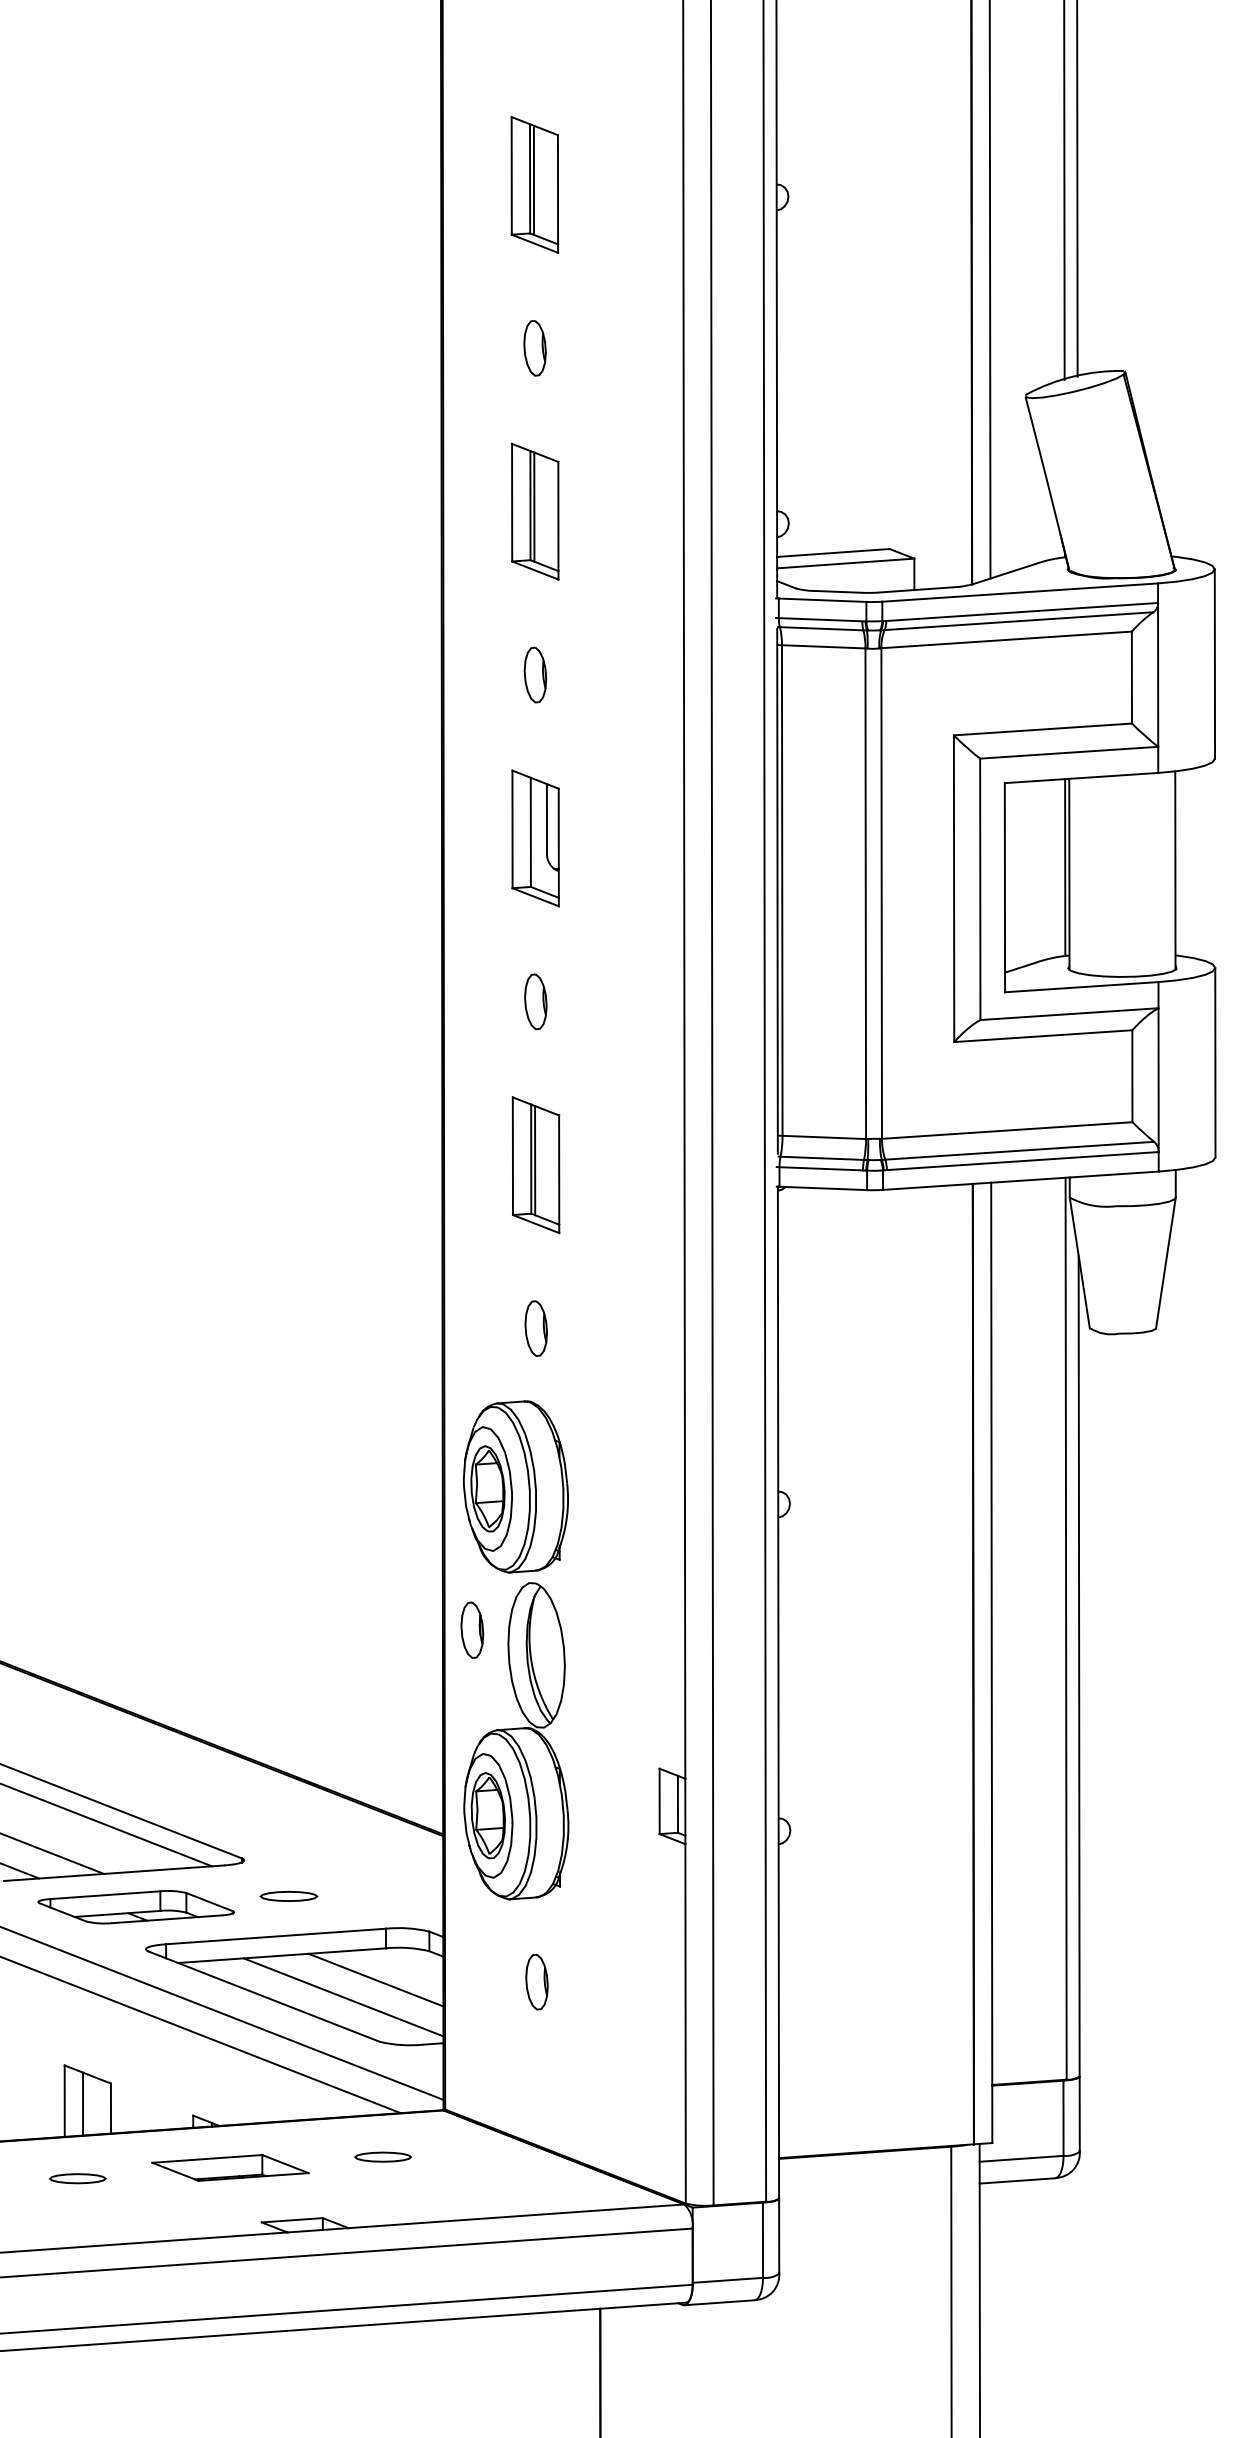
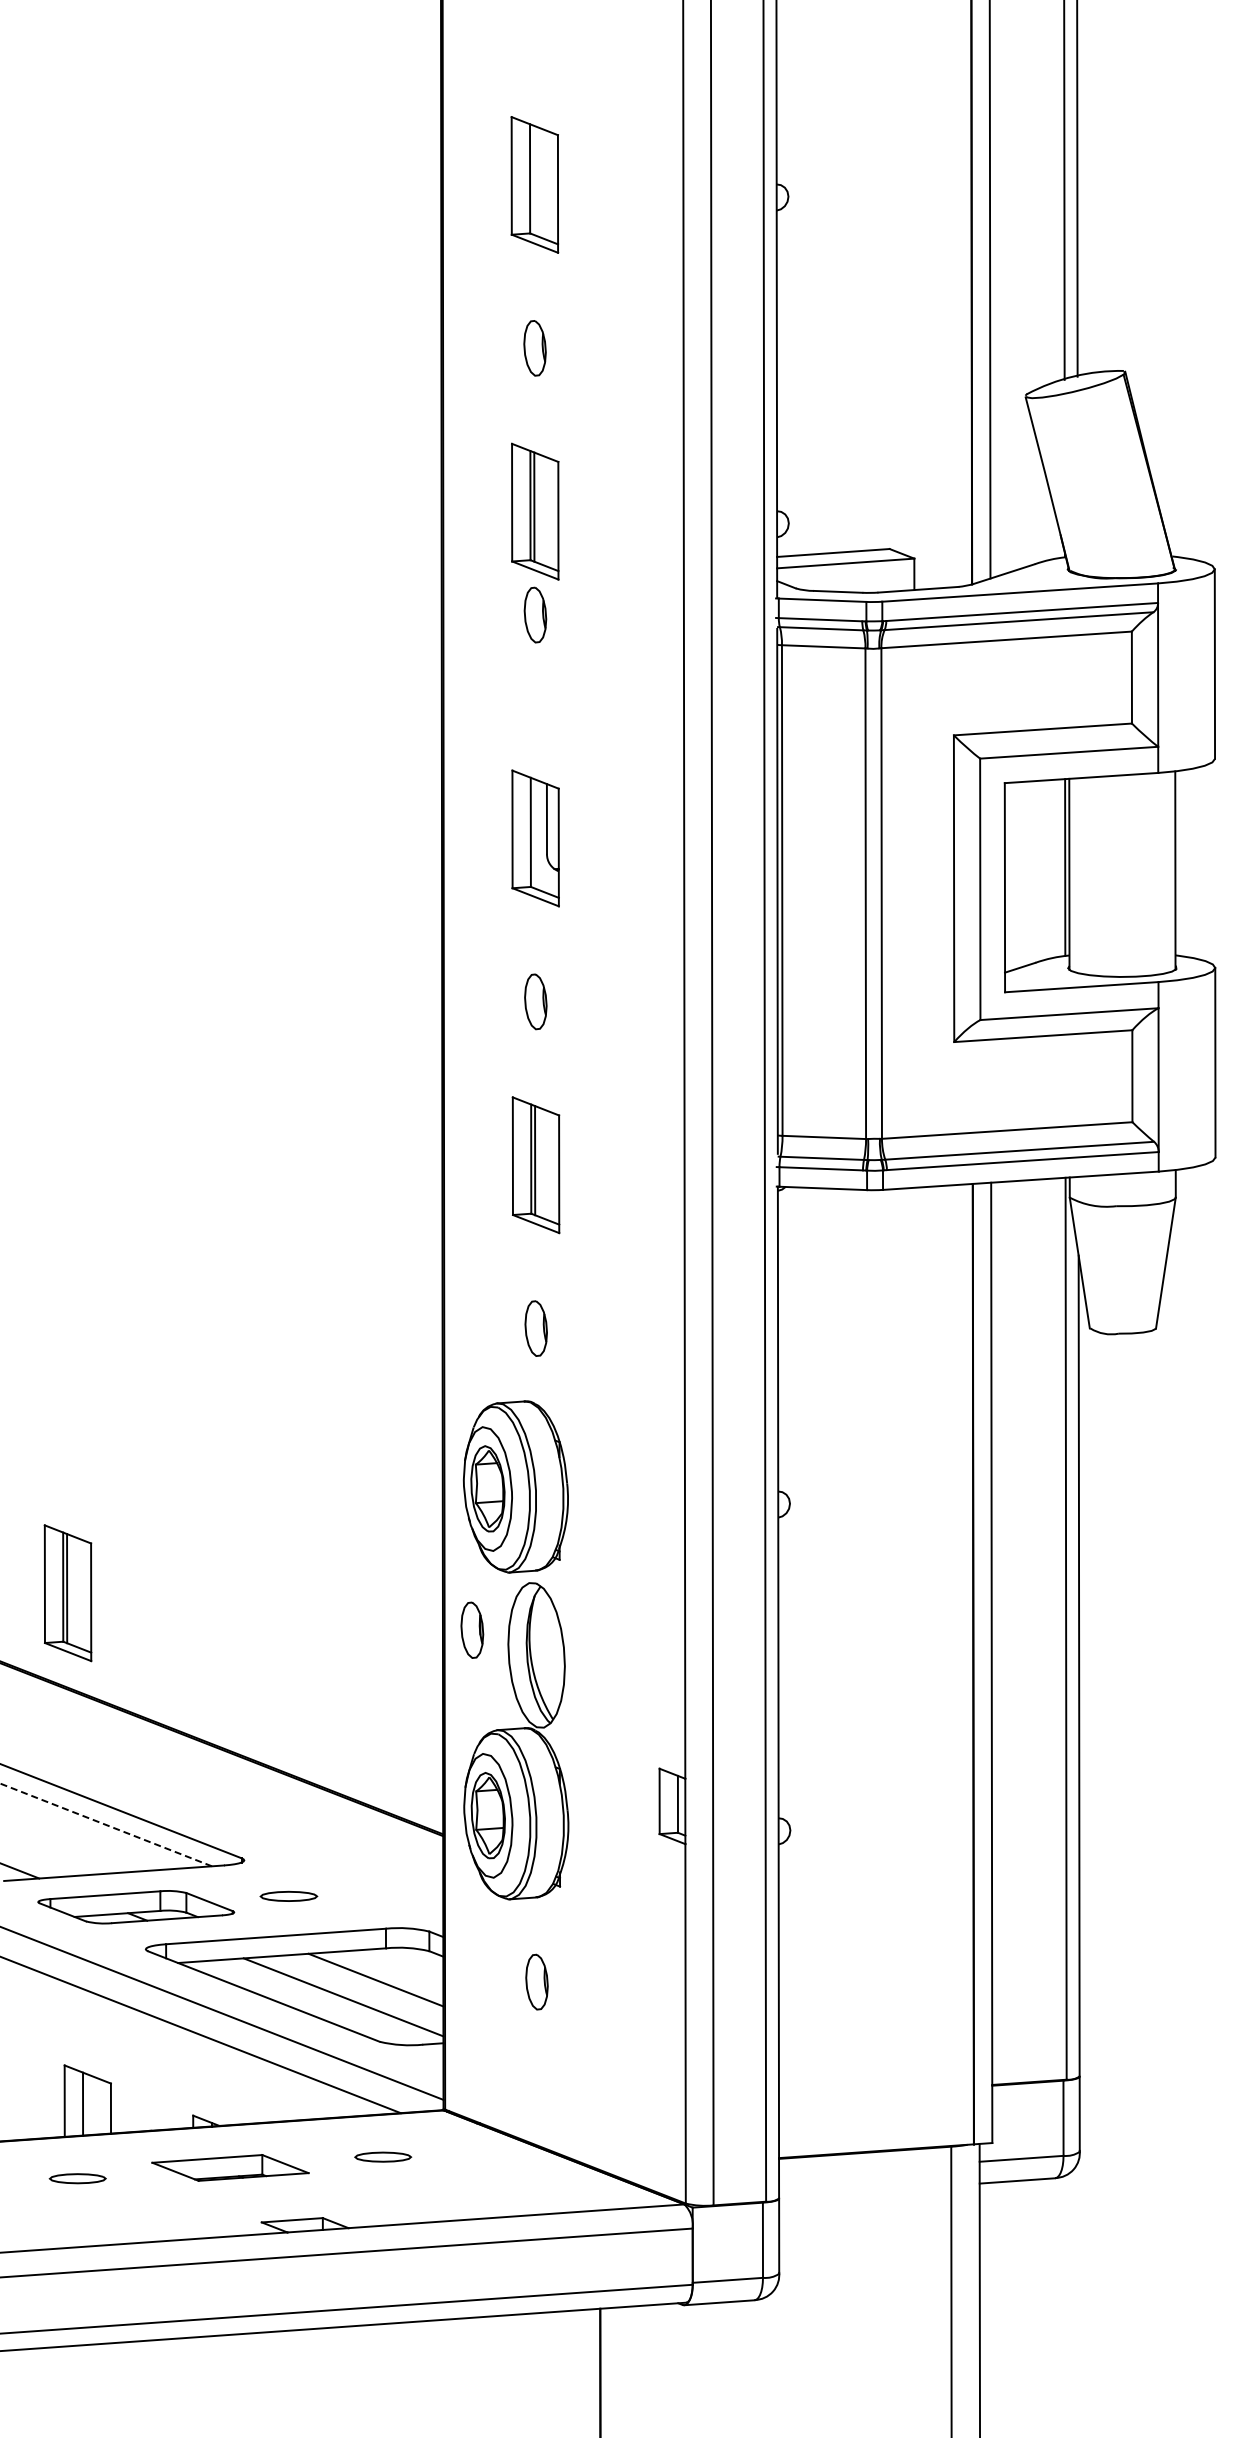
line at (533, 179): present -> none
part at (535, 674) position: (535, 674) -> (535, 614)
part at (67, 1593): none -> present
line at (105, 1824): solid -> dashed
line at (53, 1853): present -> none
